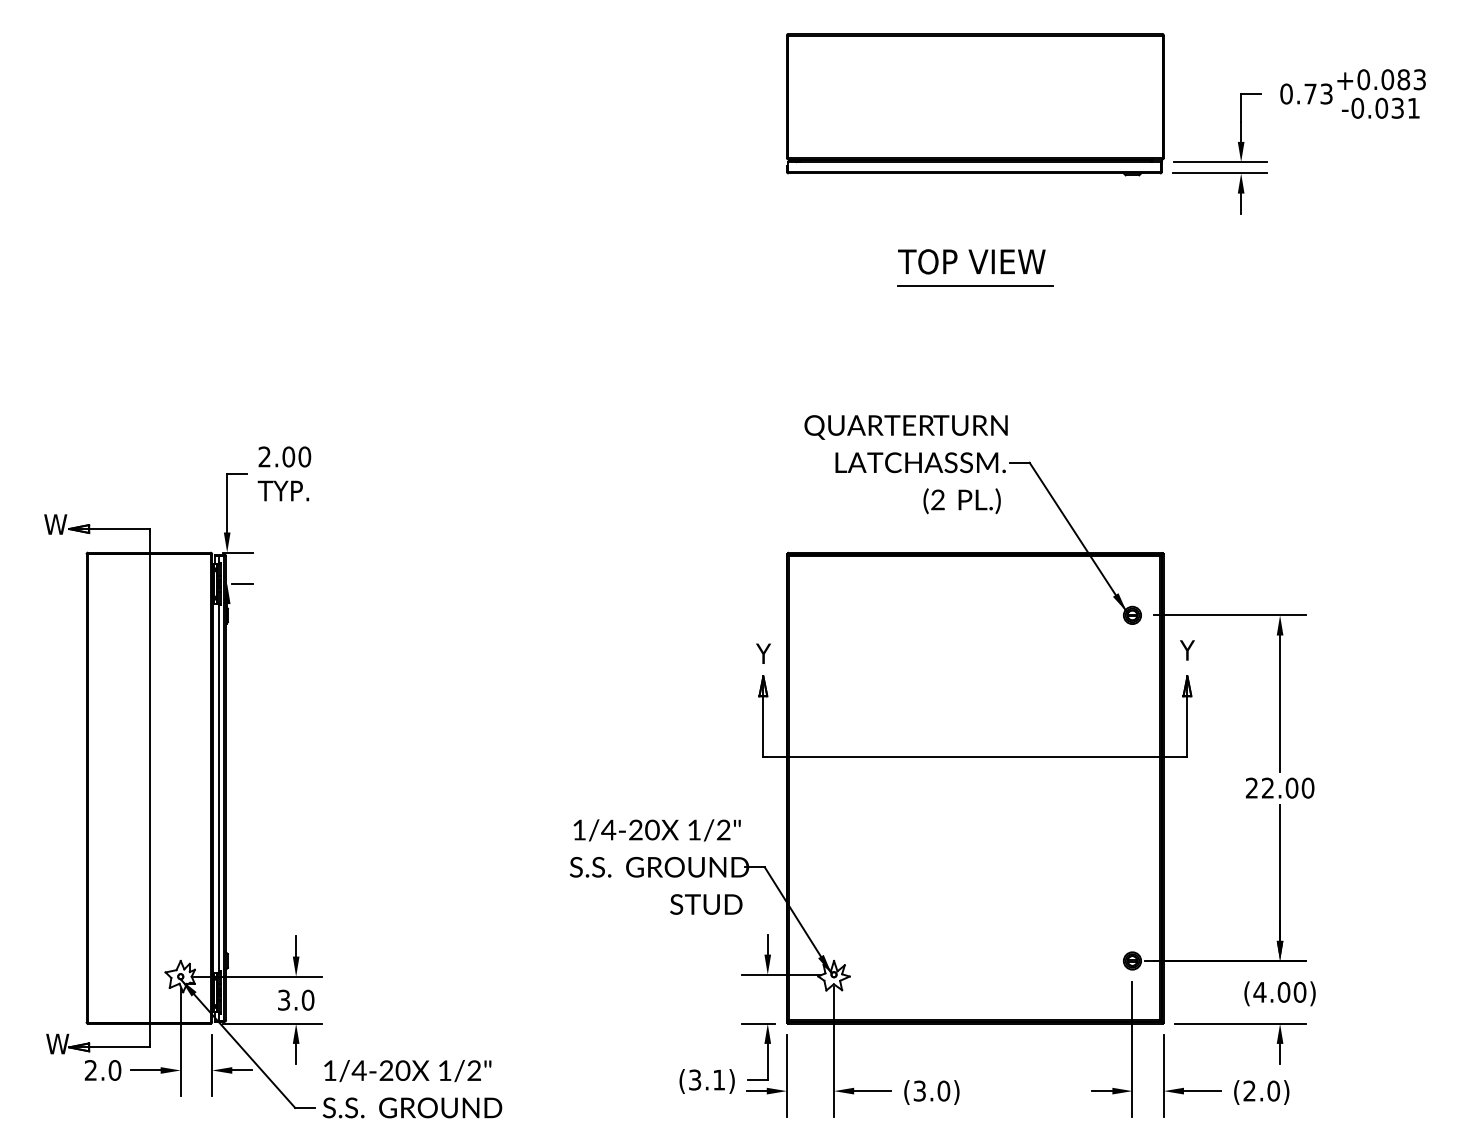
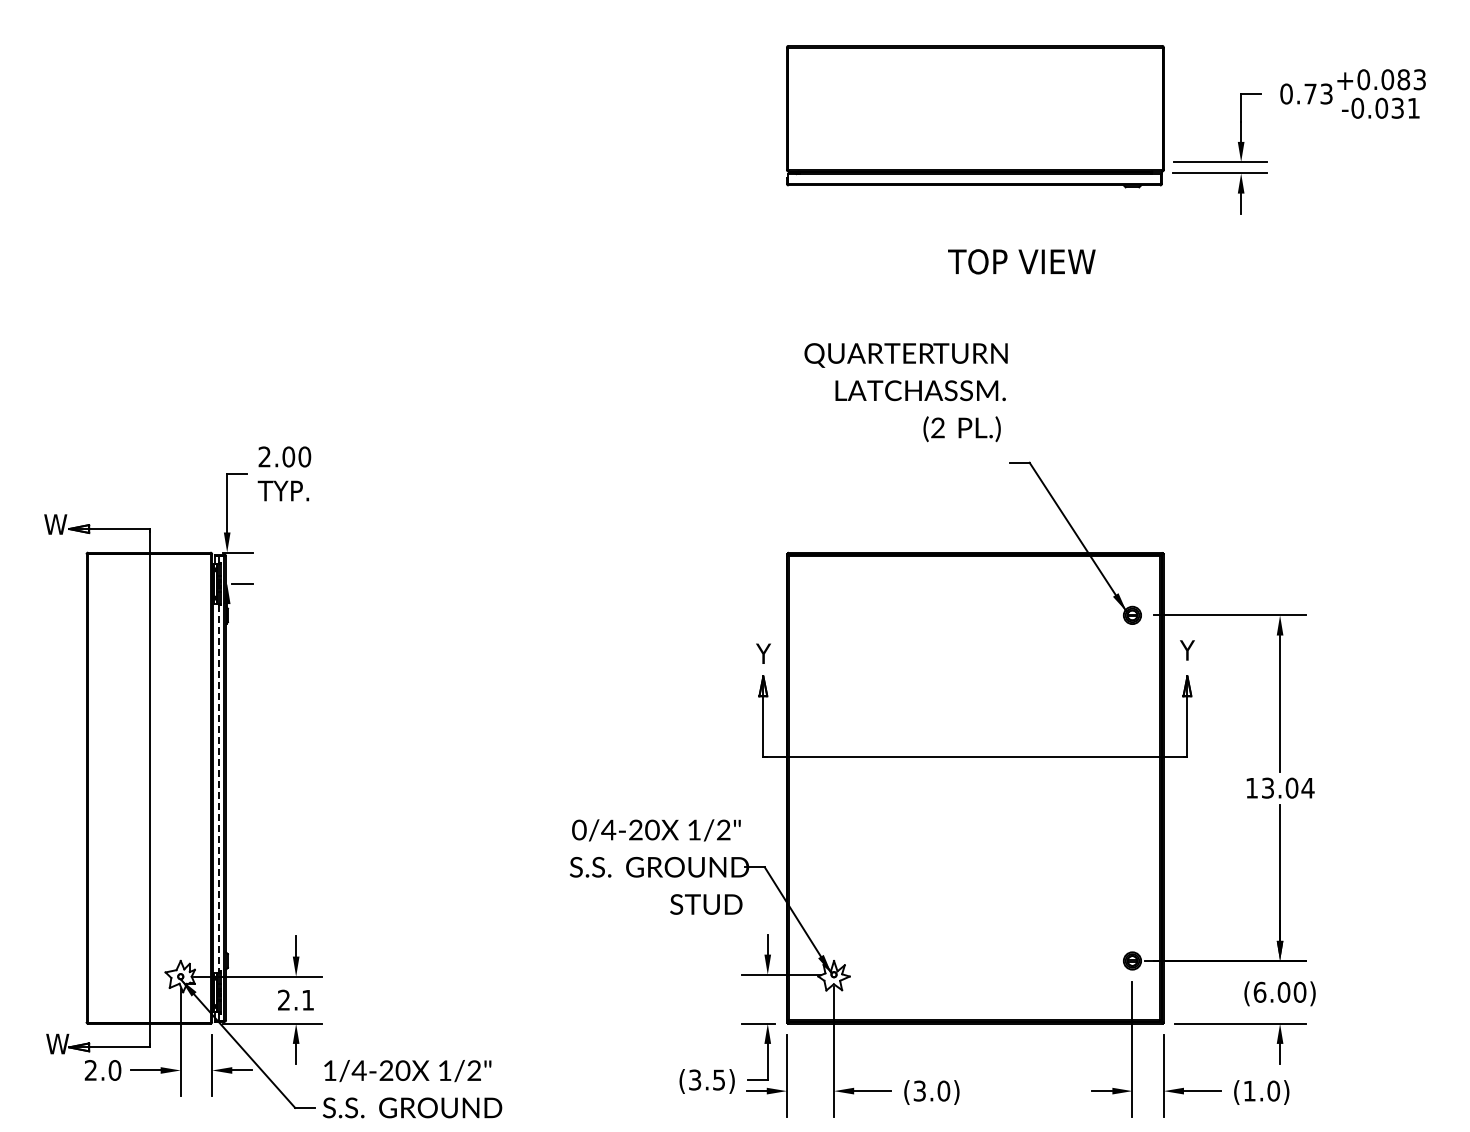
part at (975, 104) position: (975, 104) -> (975, 116)
text at (971, 261) position: (971, 261) -> (1021, 261)
line at (975, 286): present -> none
text at (905, 464) position: (905, 464) -> (905, 392)
text at (1279, 787): 22.00 -> 13.04
line at (218, 788): solid -> dashed
text at (579, 829): 1/4-20 -> 0/4-20
text at (1259, 991): (4.00) -> (6.00)
text at (296, 999): 3.0 -> 2.1
text at (718, 1079): (3.1) -> (3.5)
text at (1249, 1090): (2.0) -> (1.0)
